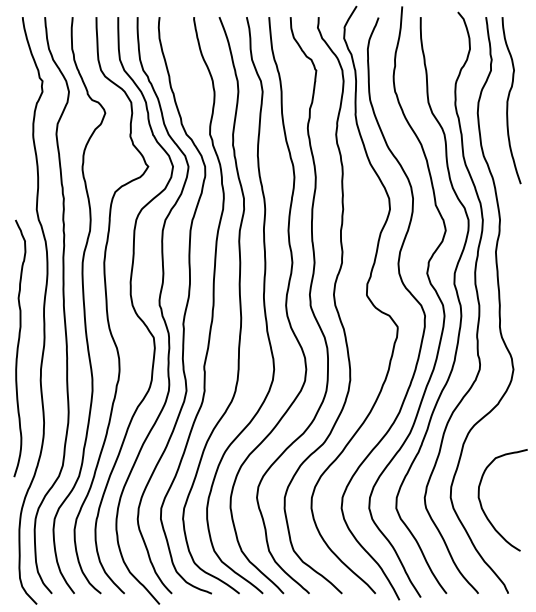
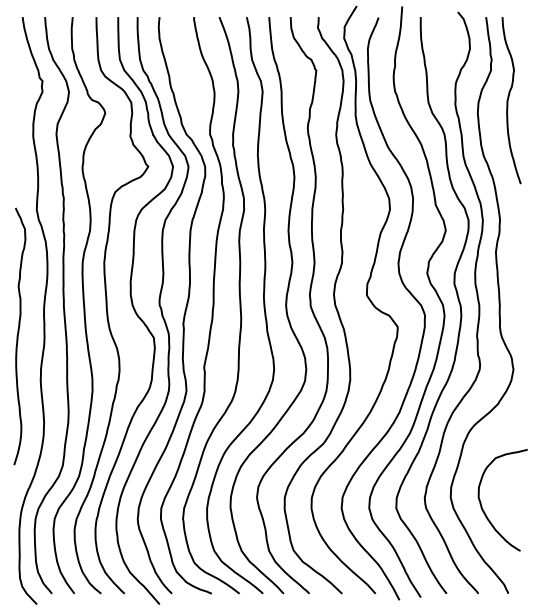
curve at (18, 348) position: (18, 348) -> (18, 336)
